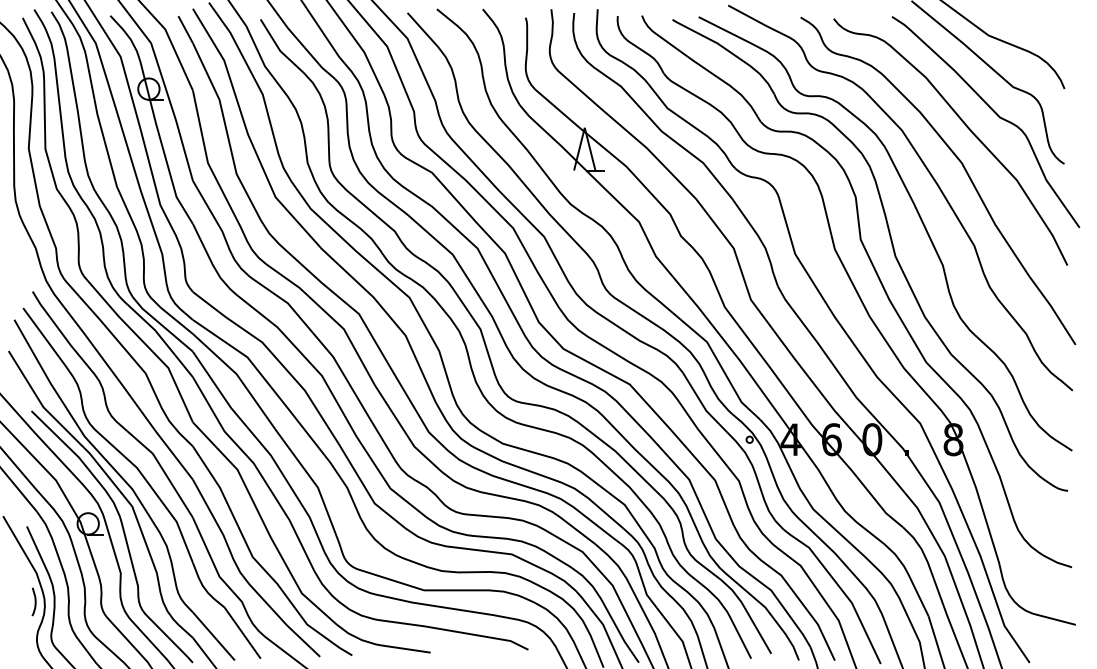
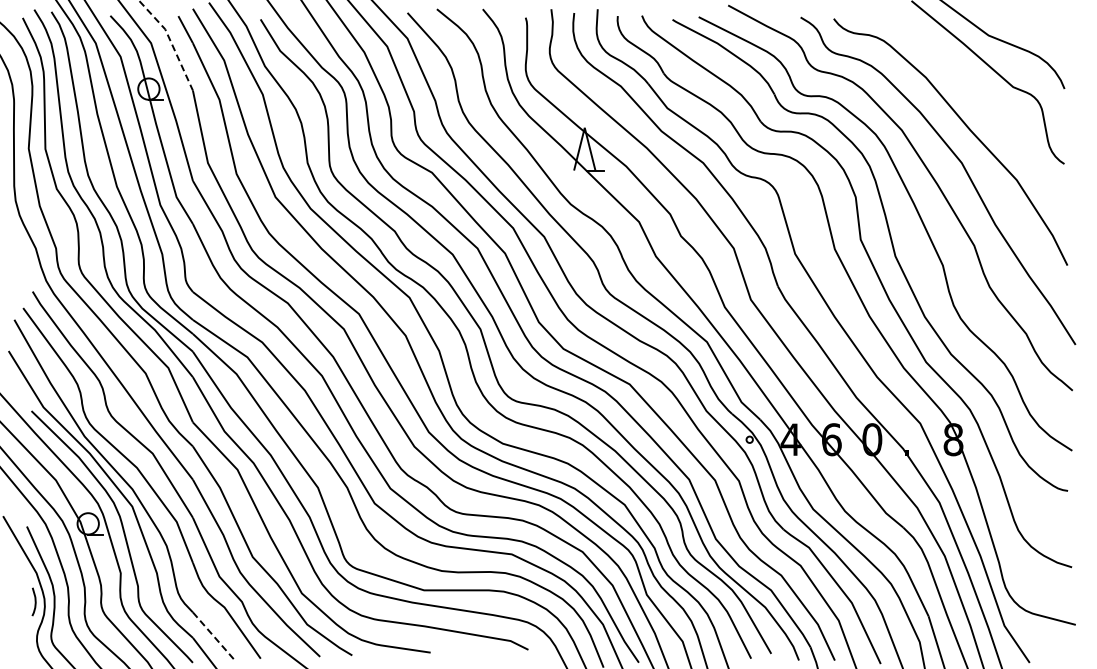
line at (170, 41): solid -> dashed
curve at (993, 112): present -> none
line at (213, 636): solid -> dashed
